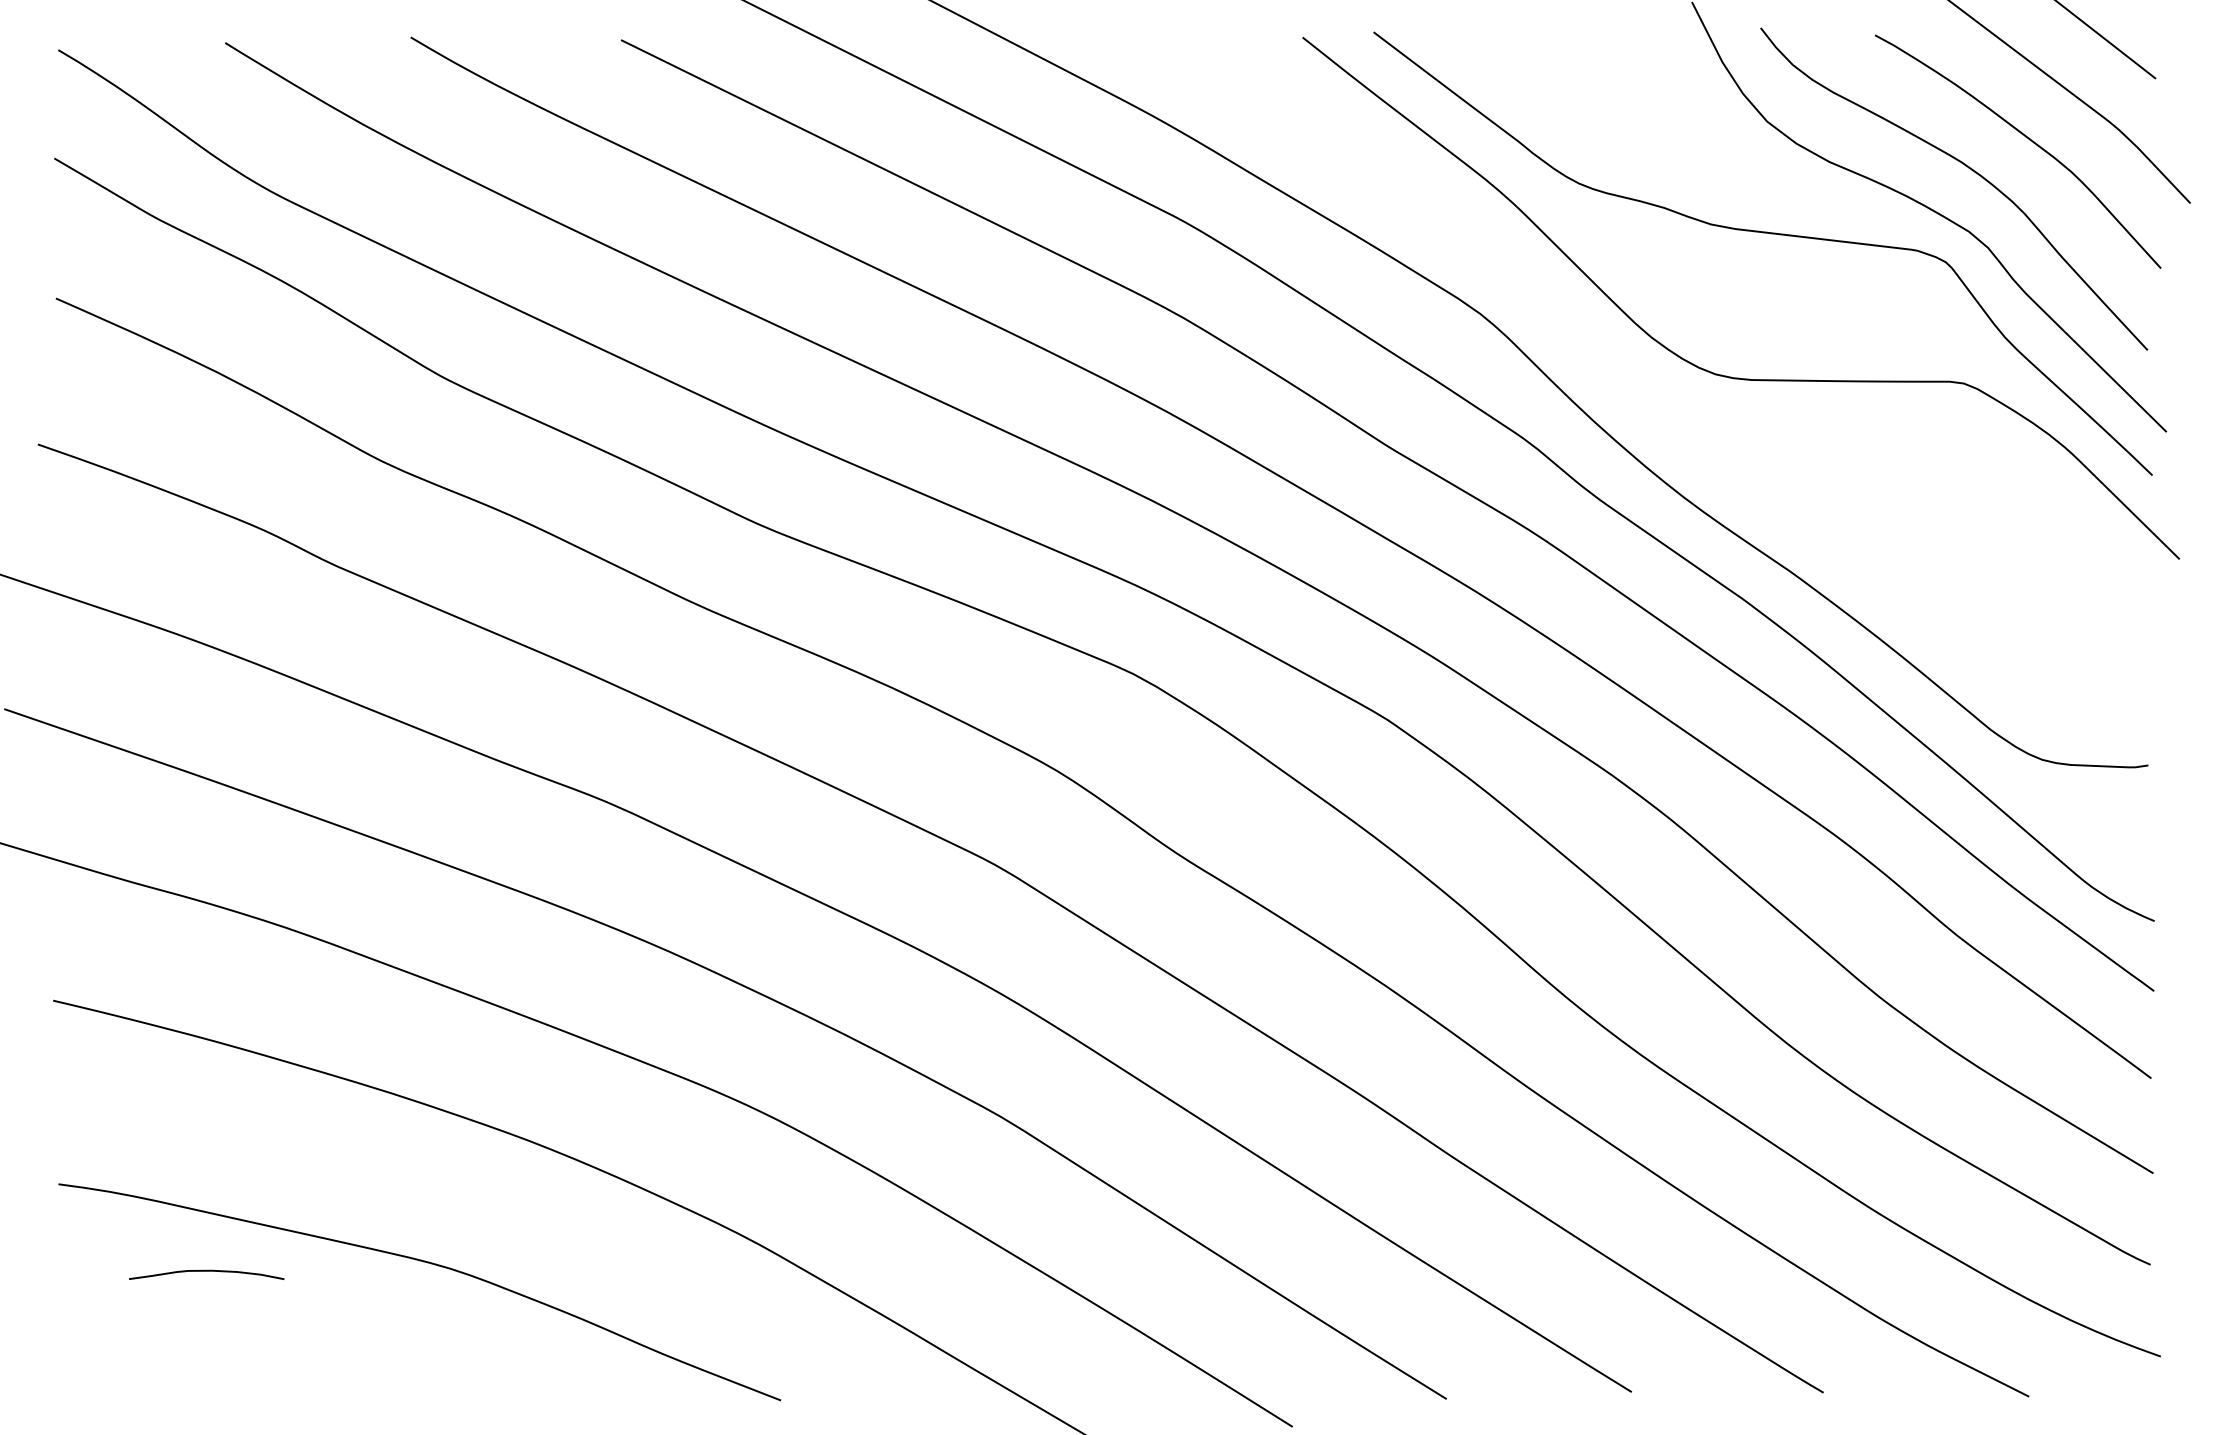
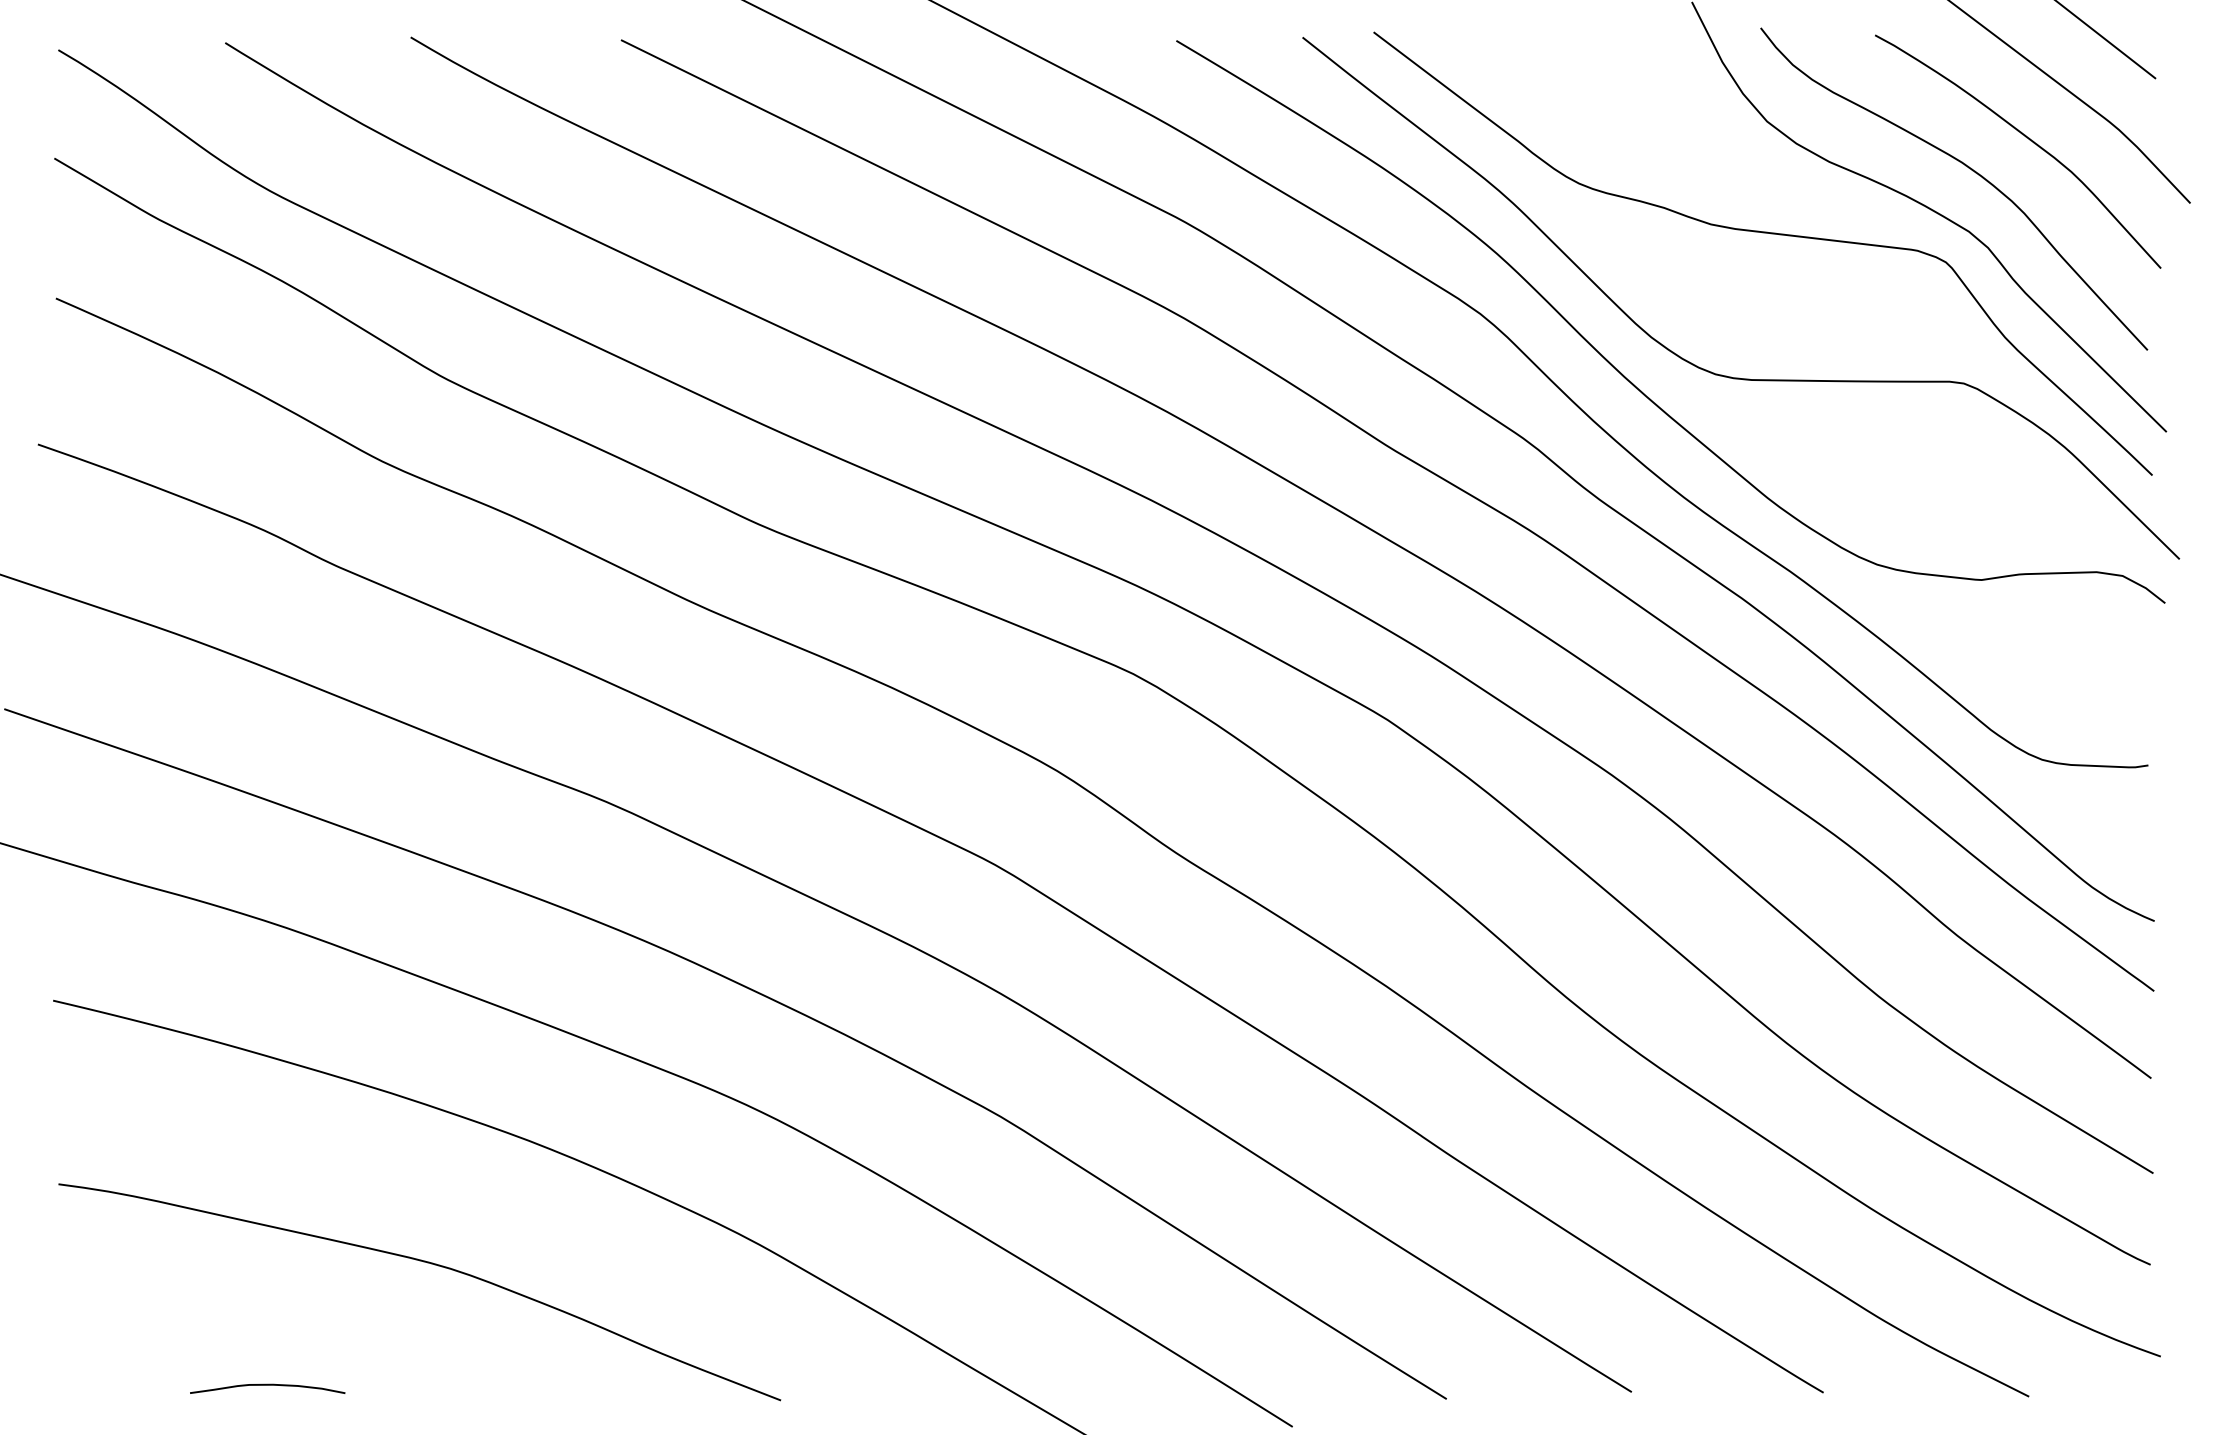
curve at (1620, 371): none -> present
curve at (206, 1271) position: (206, 1271) -> (267, 1385)
